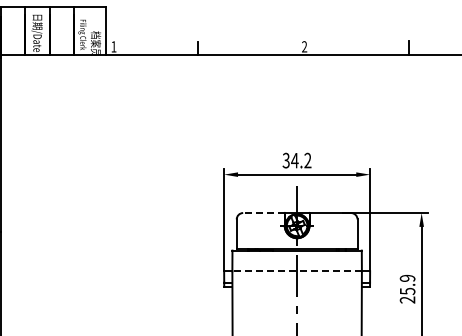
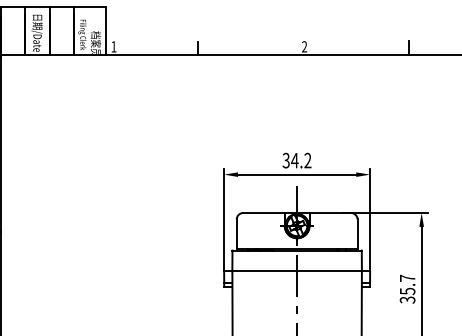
line at (263, 213): dashed -> solid
line at (297, 271): dashed -> solid
text at (407, 288): 25.9 -> 35.7
